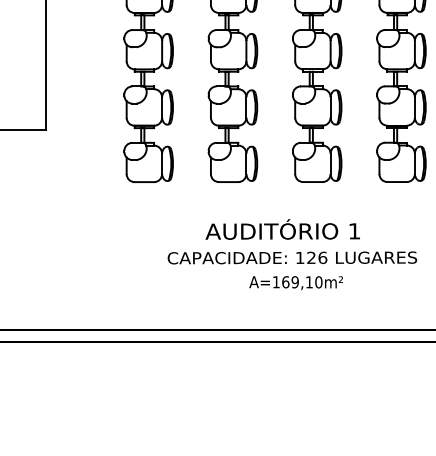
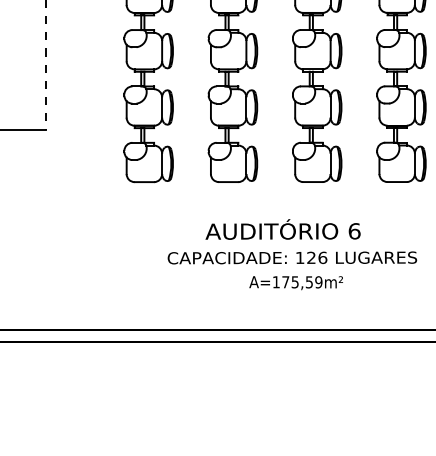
line at (46, 65): solid -> dashed
text at (354, 231): 1 -> 6
text at (302, 282): A=169,10m² -> A=175,59m²
